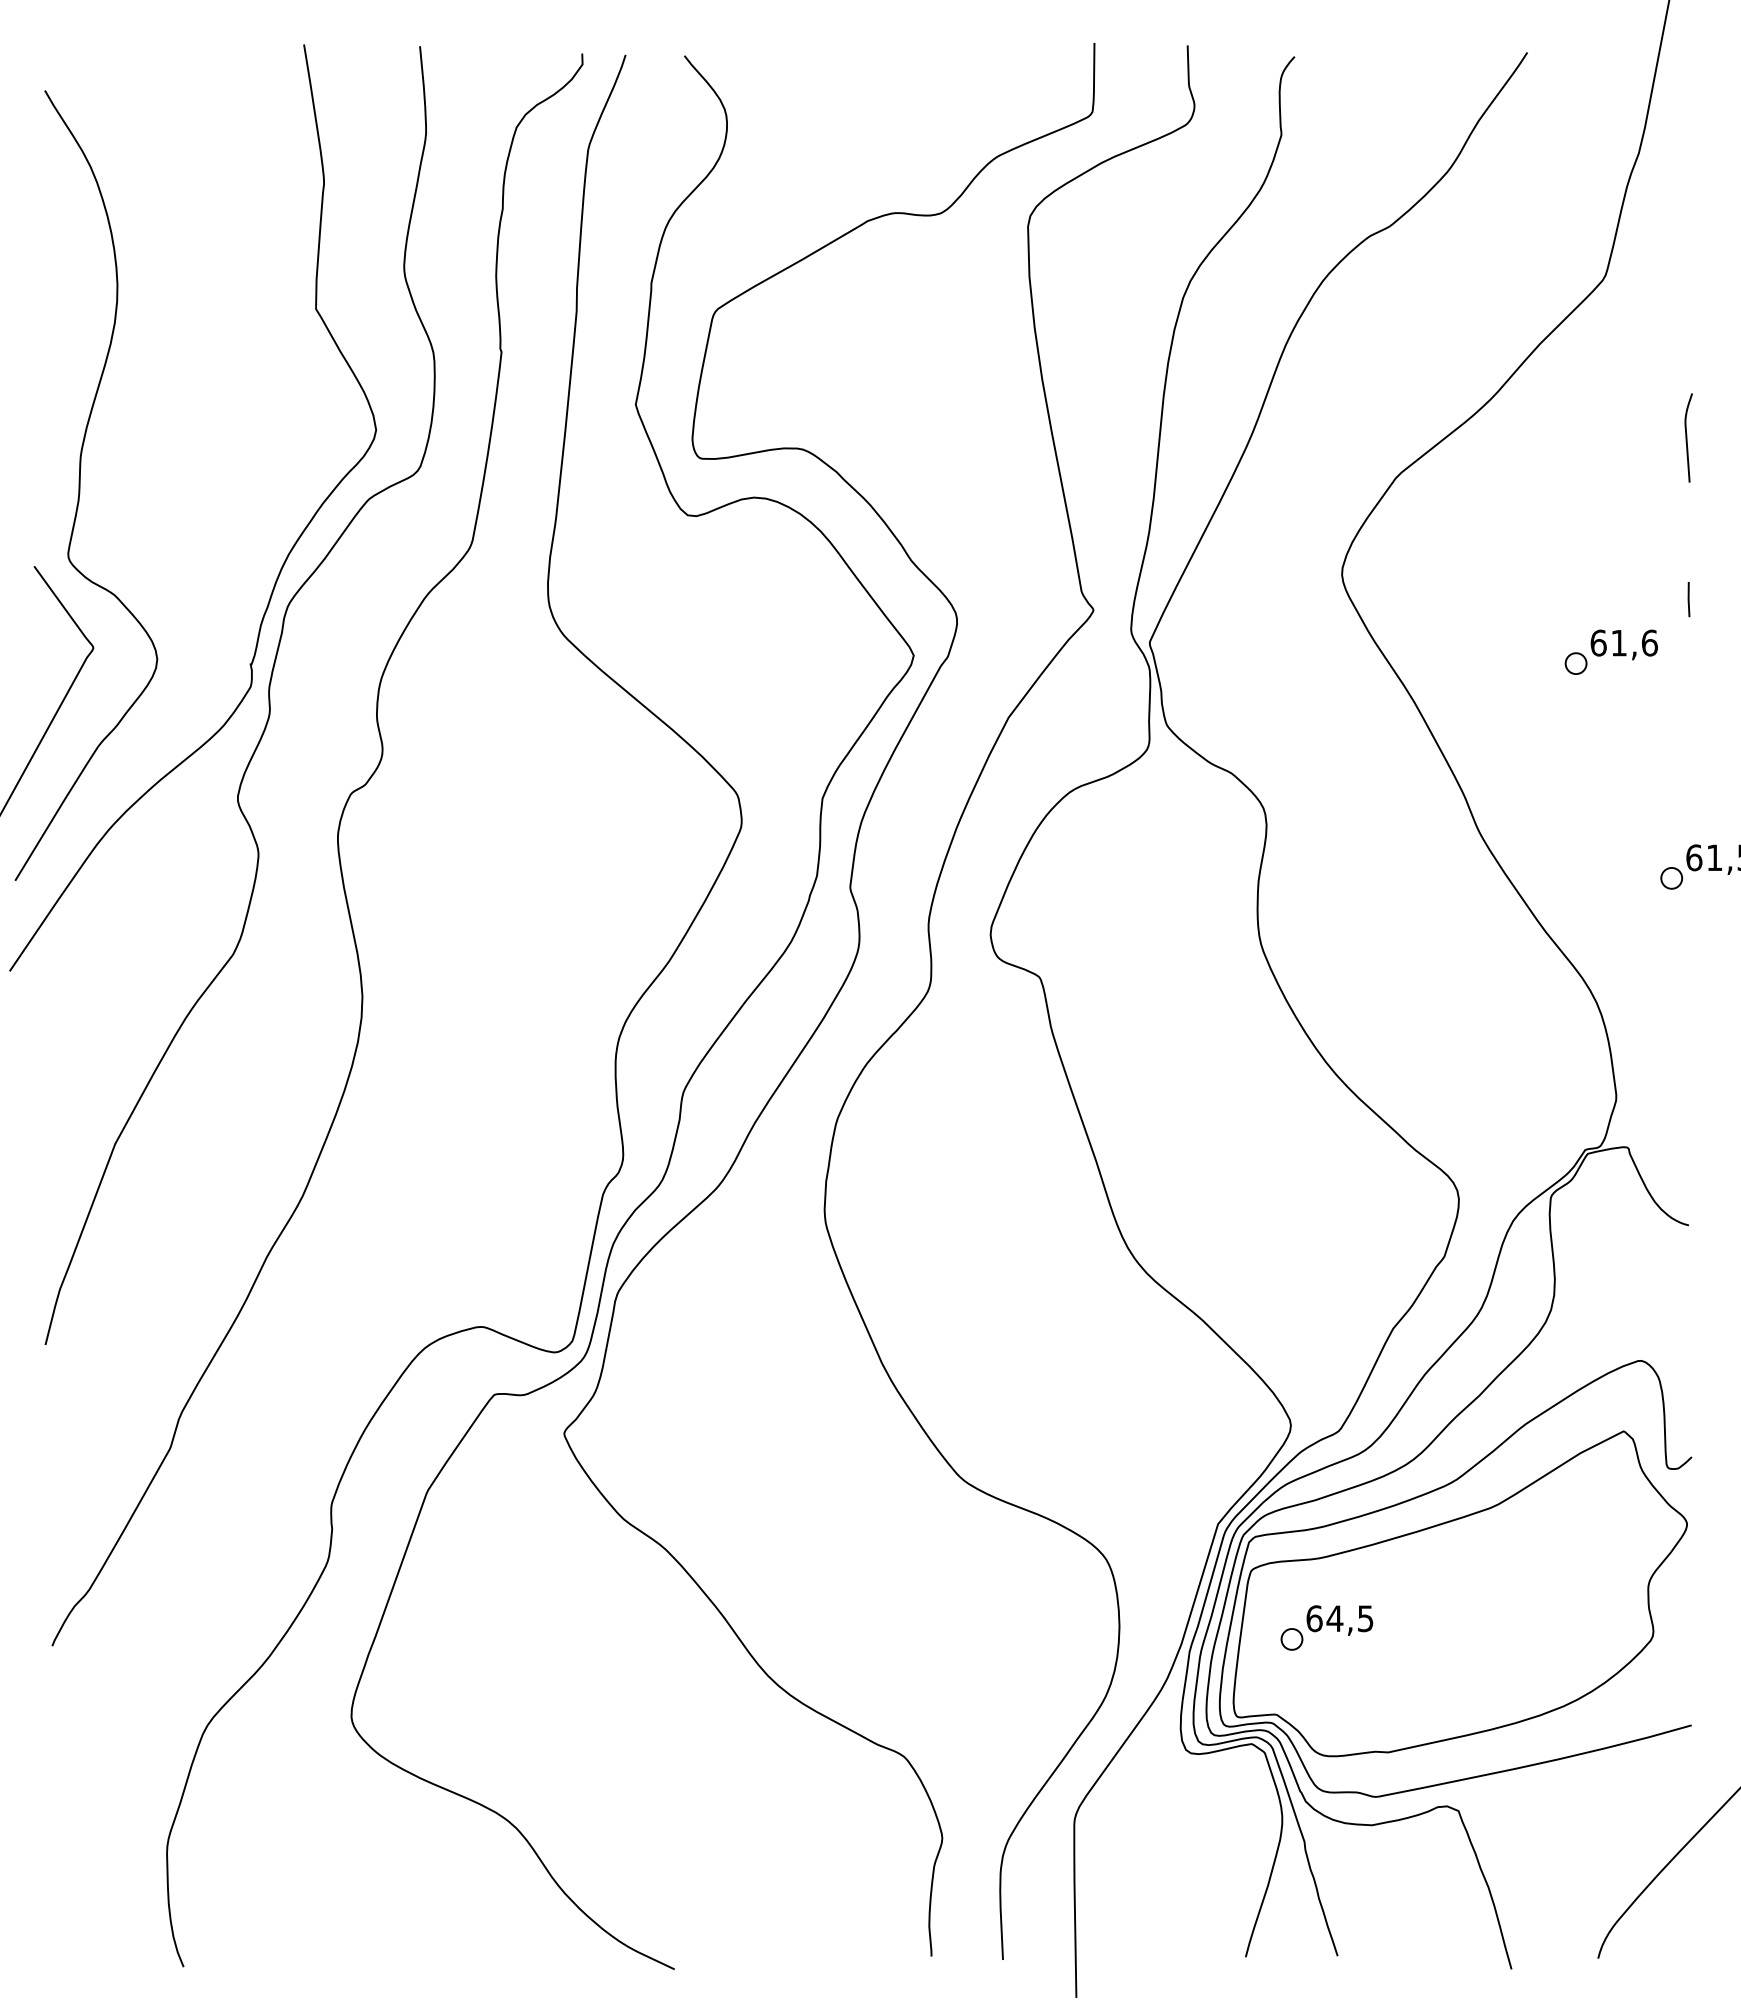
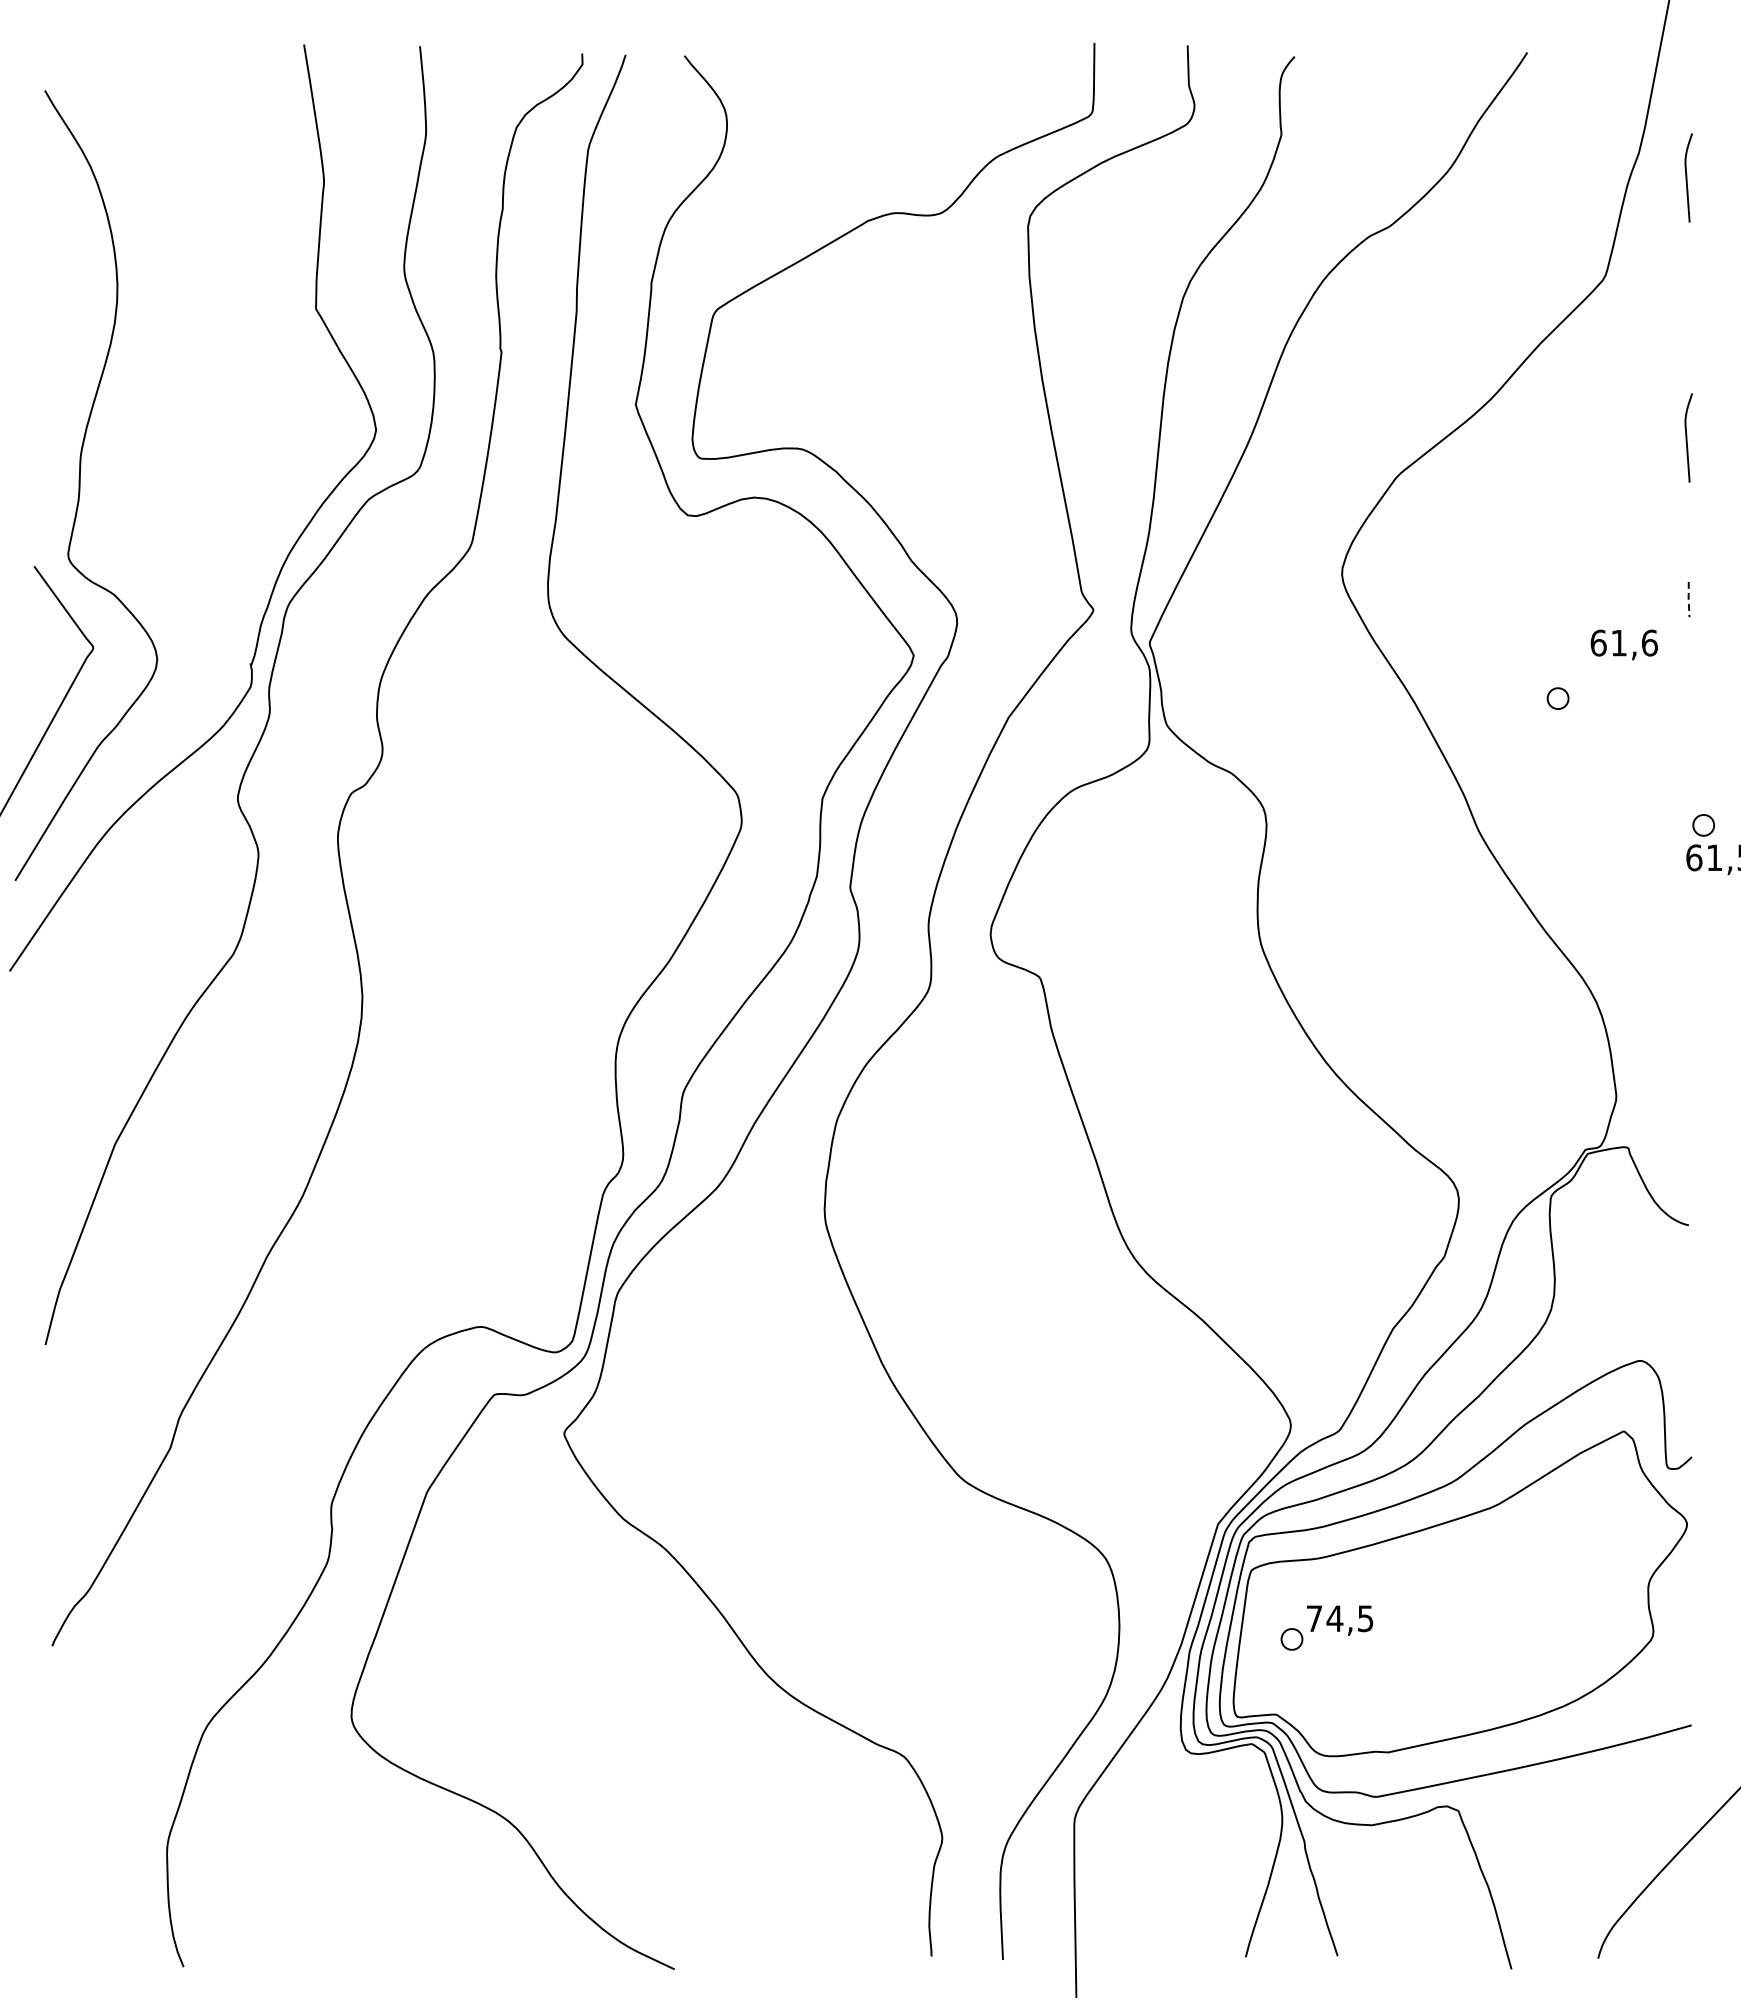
curve at (1687, 177): none -> present
line at (1688, 599): solid -> dashed
part at (1575, 663) position: (1575, 663) -> (1557, 698)
part at (1671, 878) position: (1671, 878) -> (1703, 825)
text at (1314, 1618): 64,5 -> 74,5
